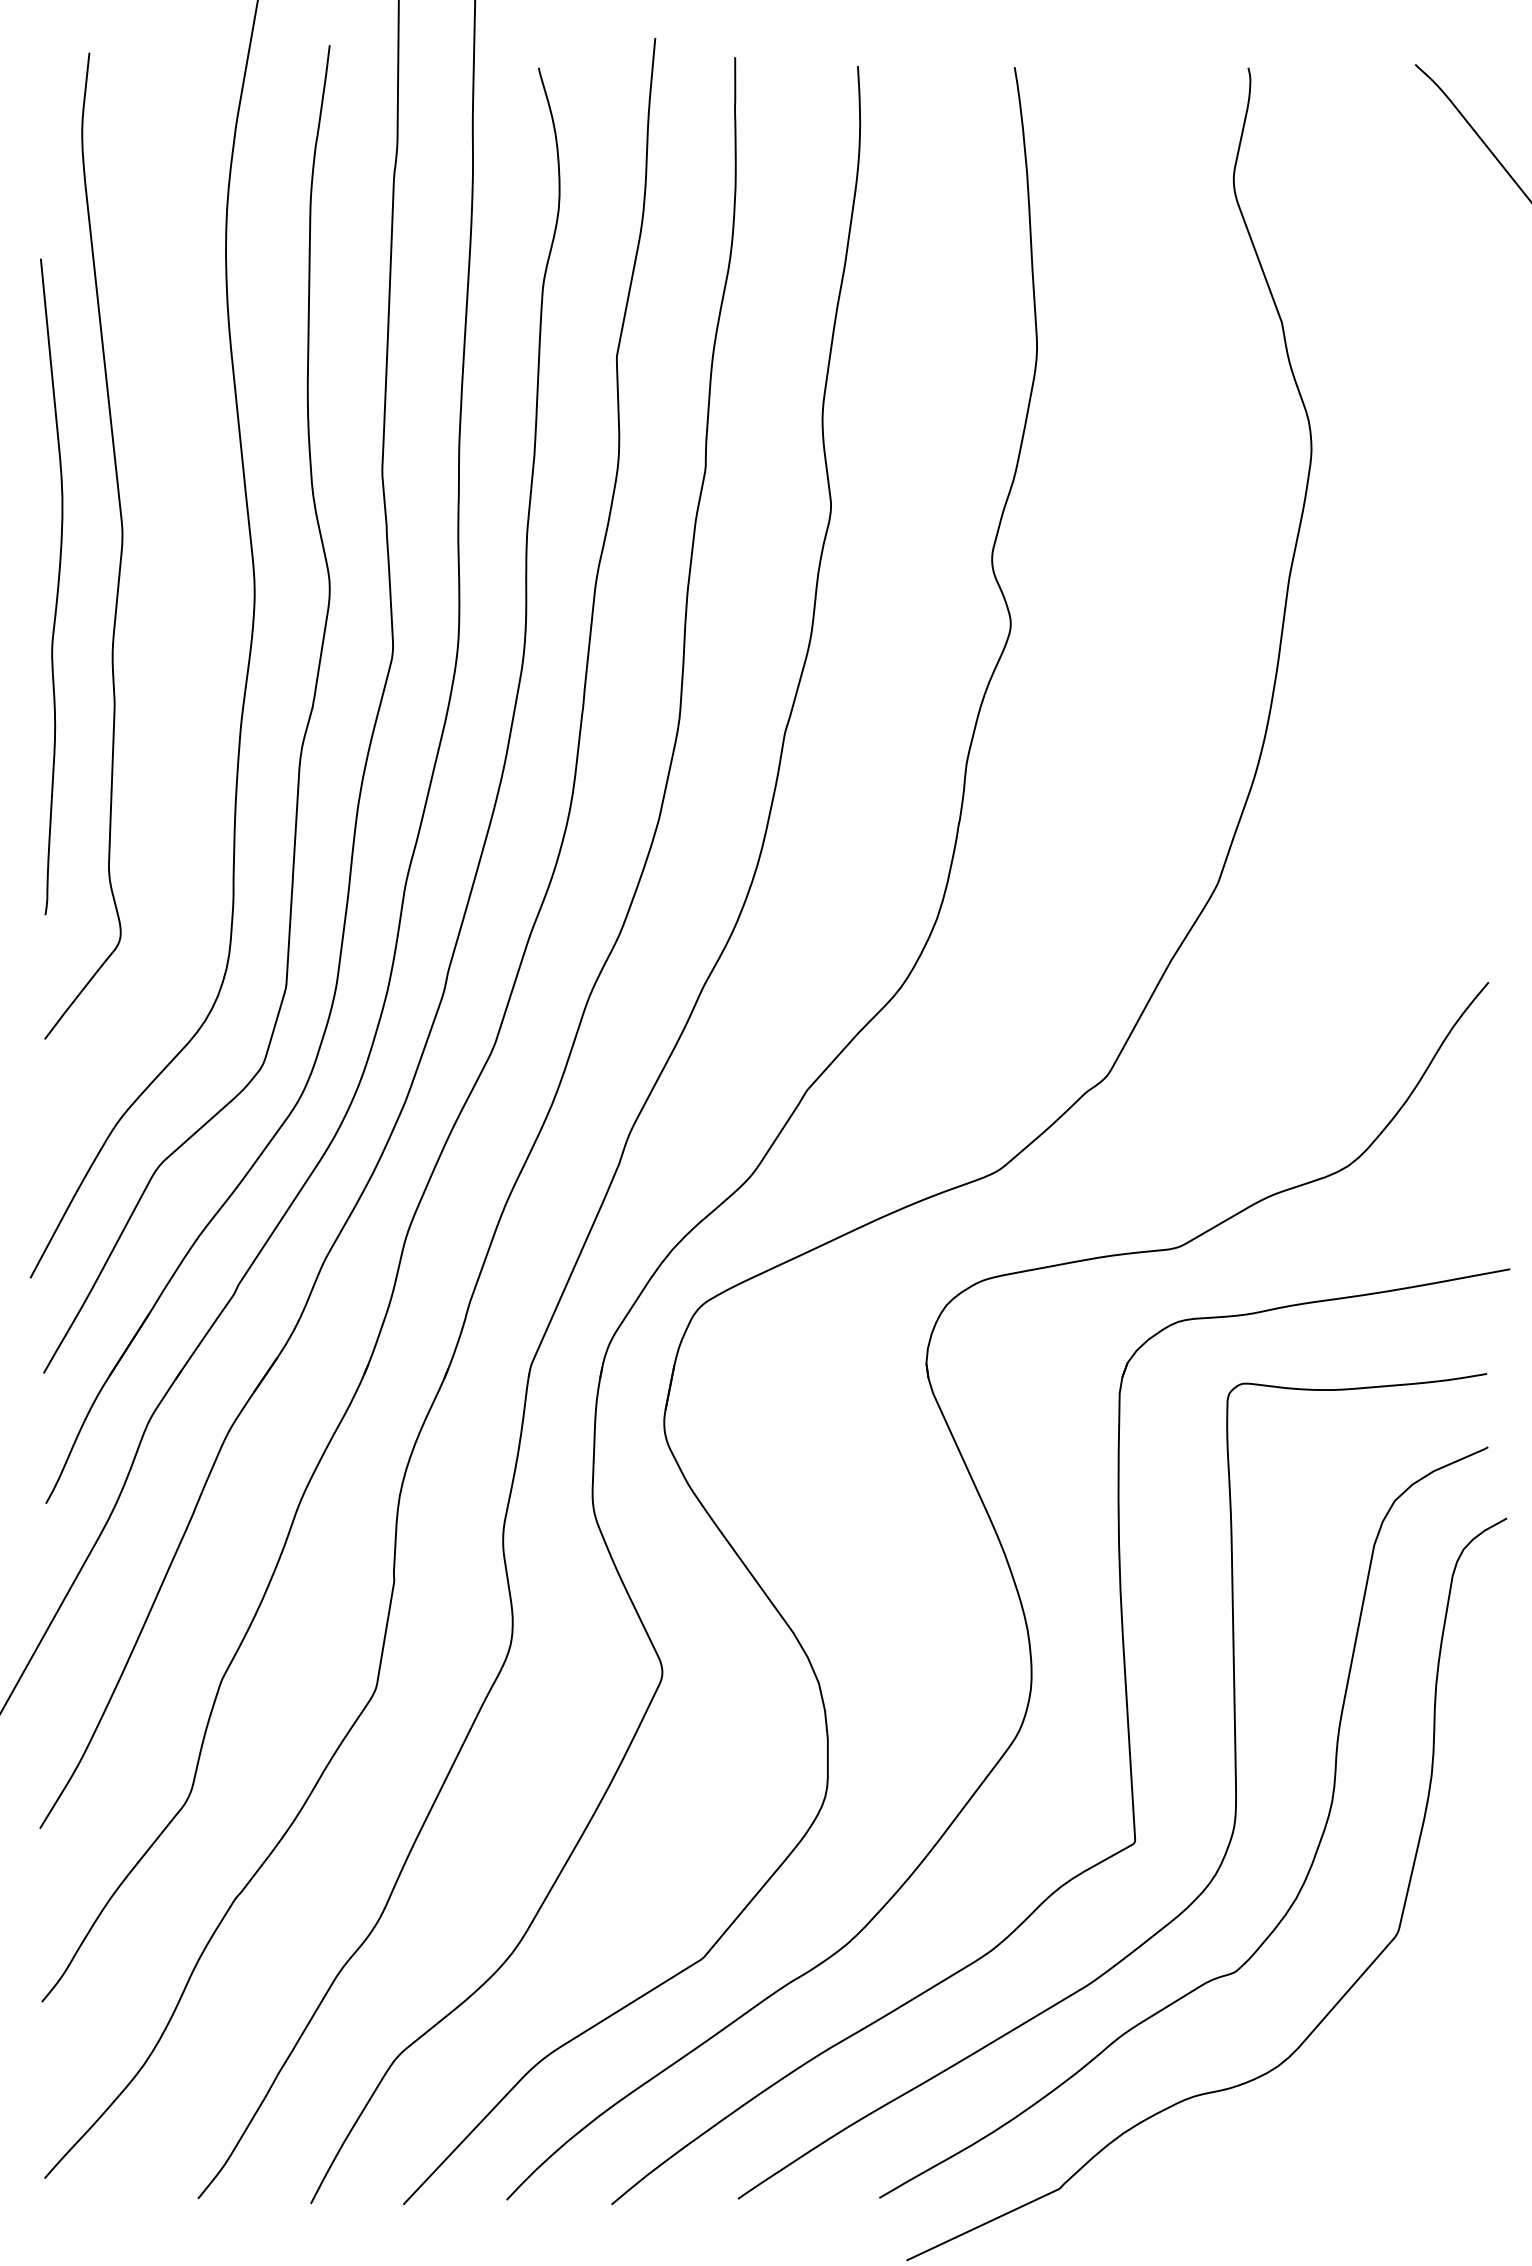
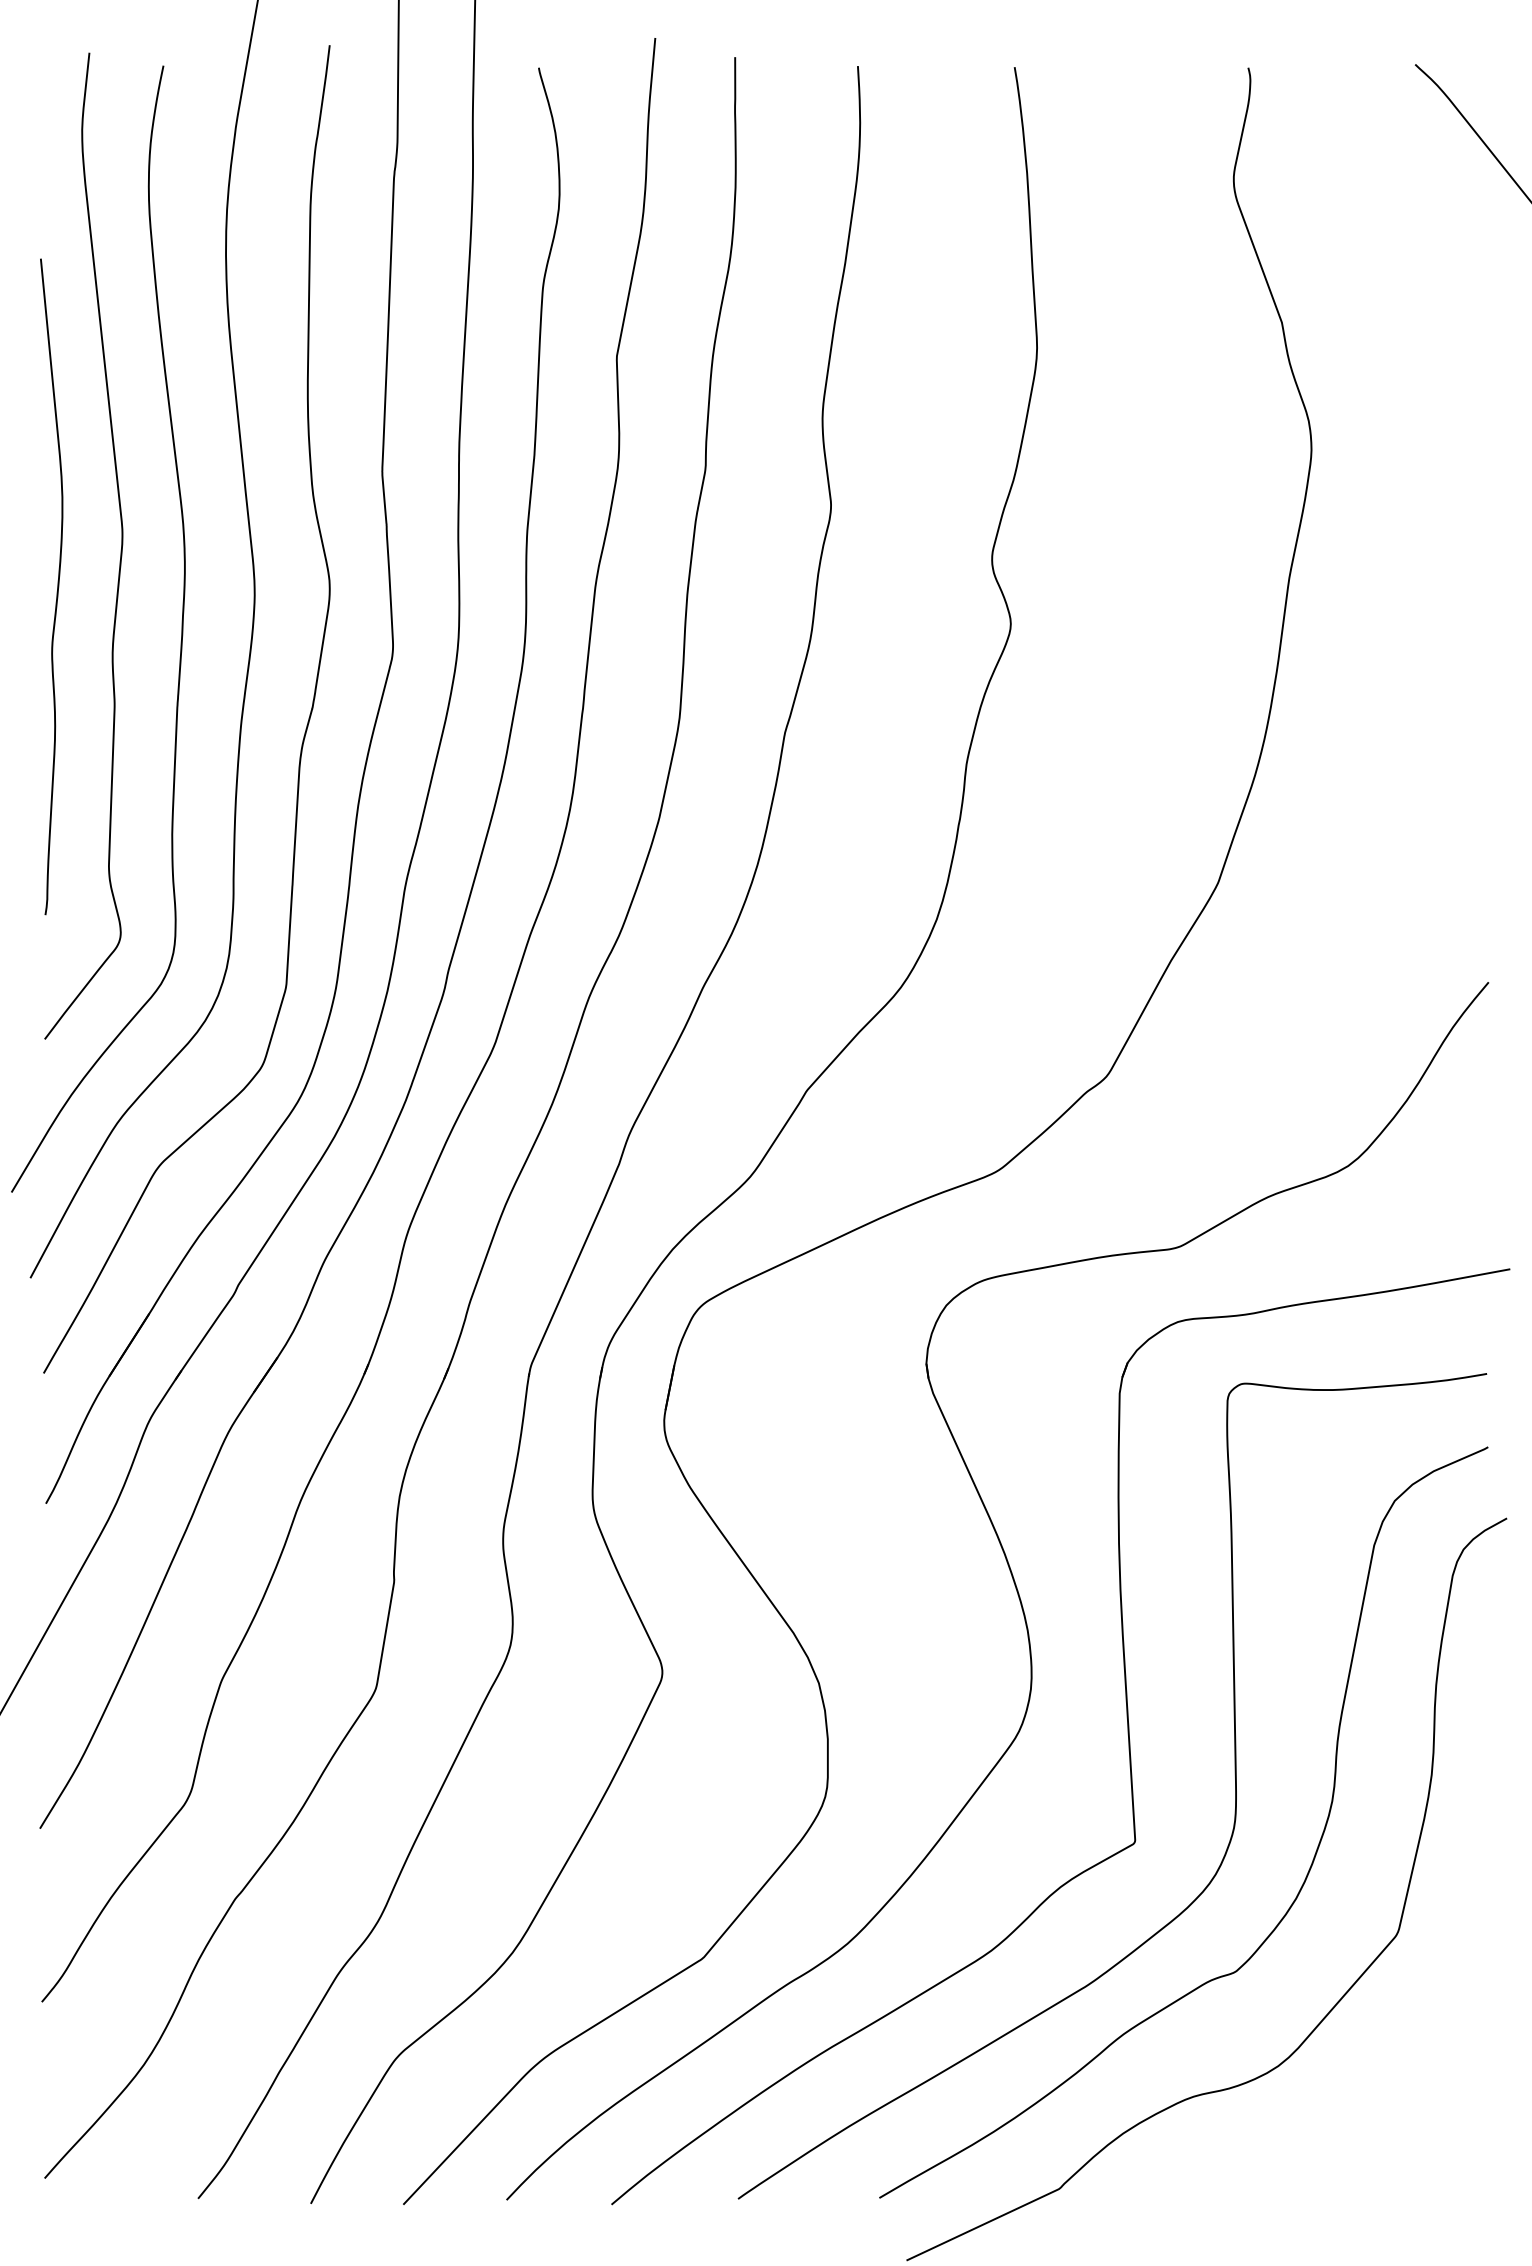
curve at (181, 628): none -> present
